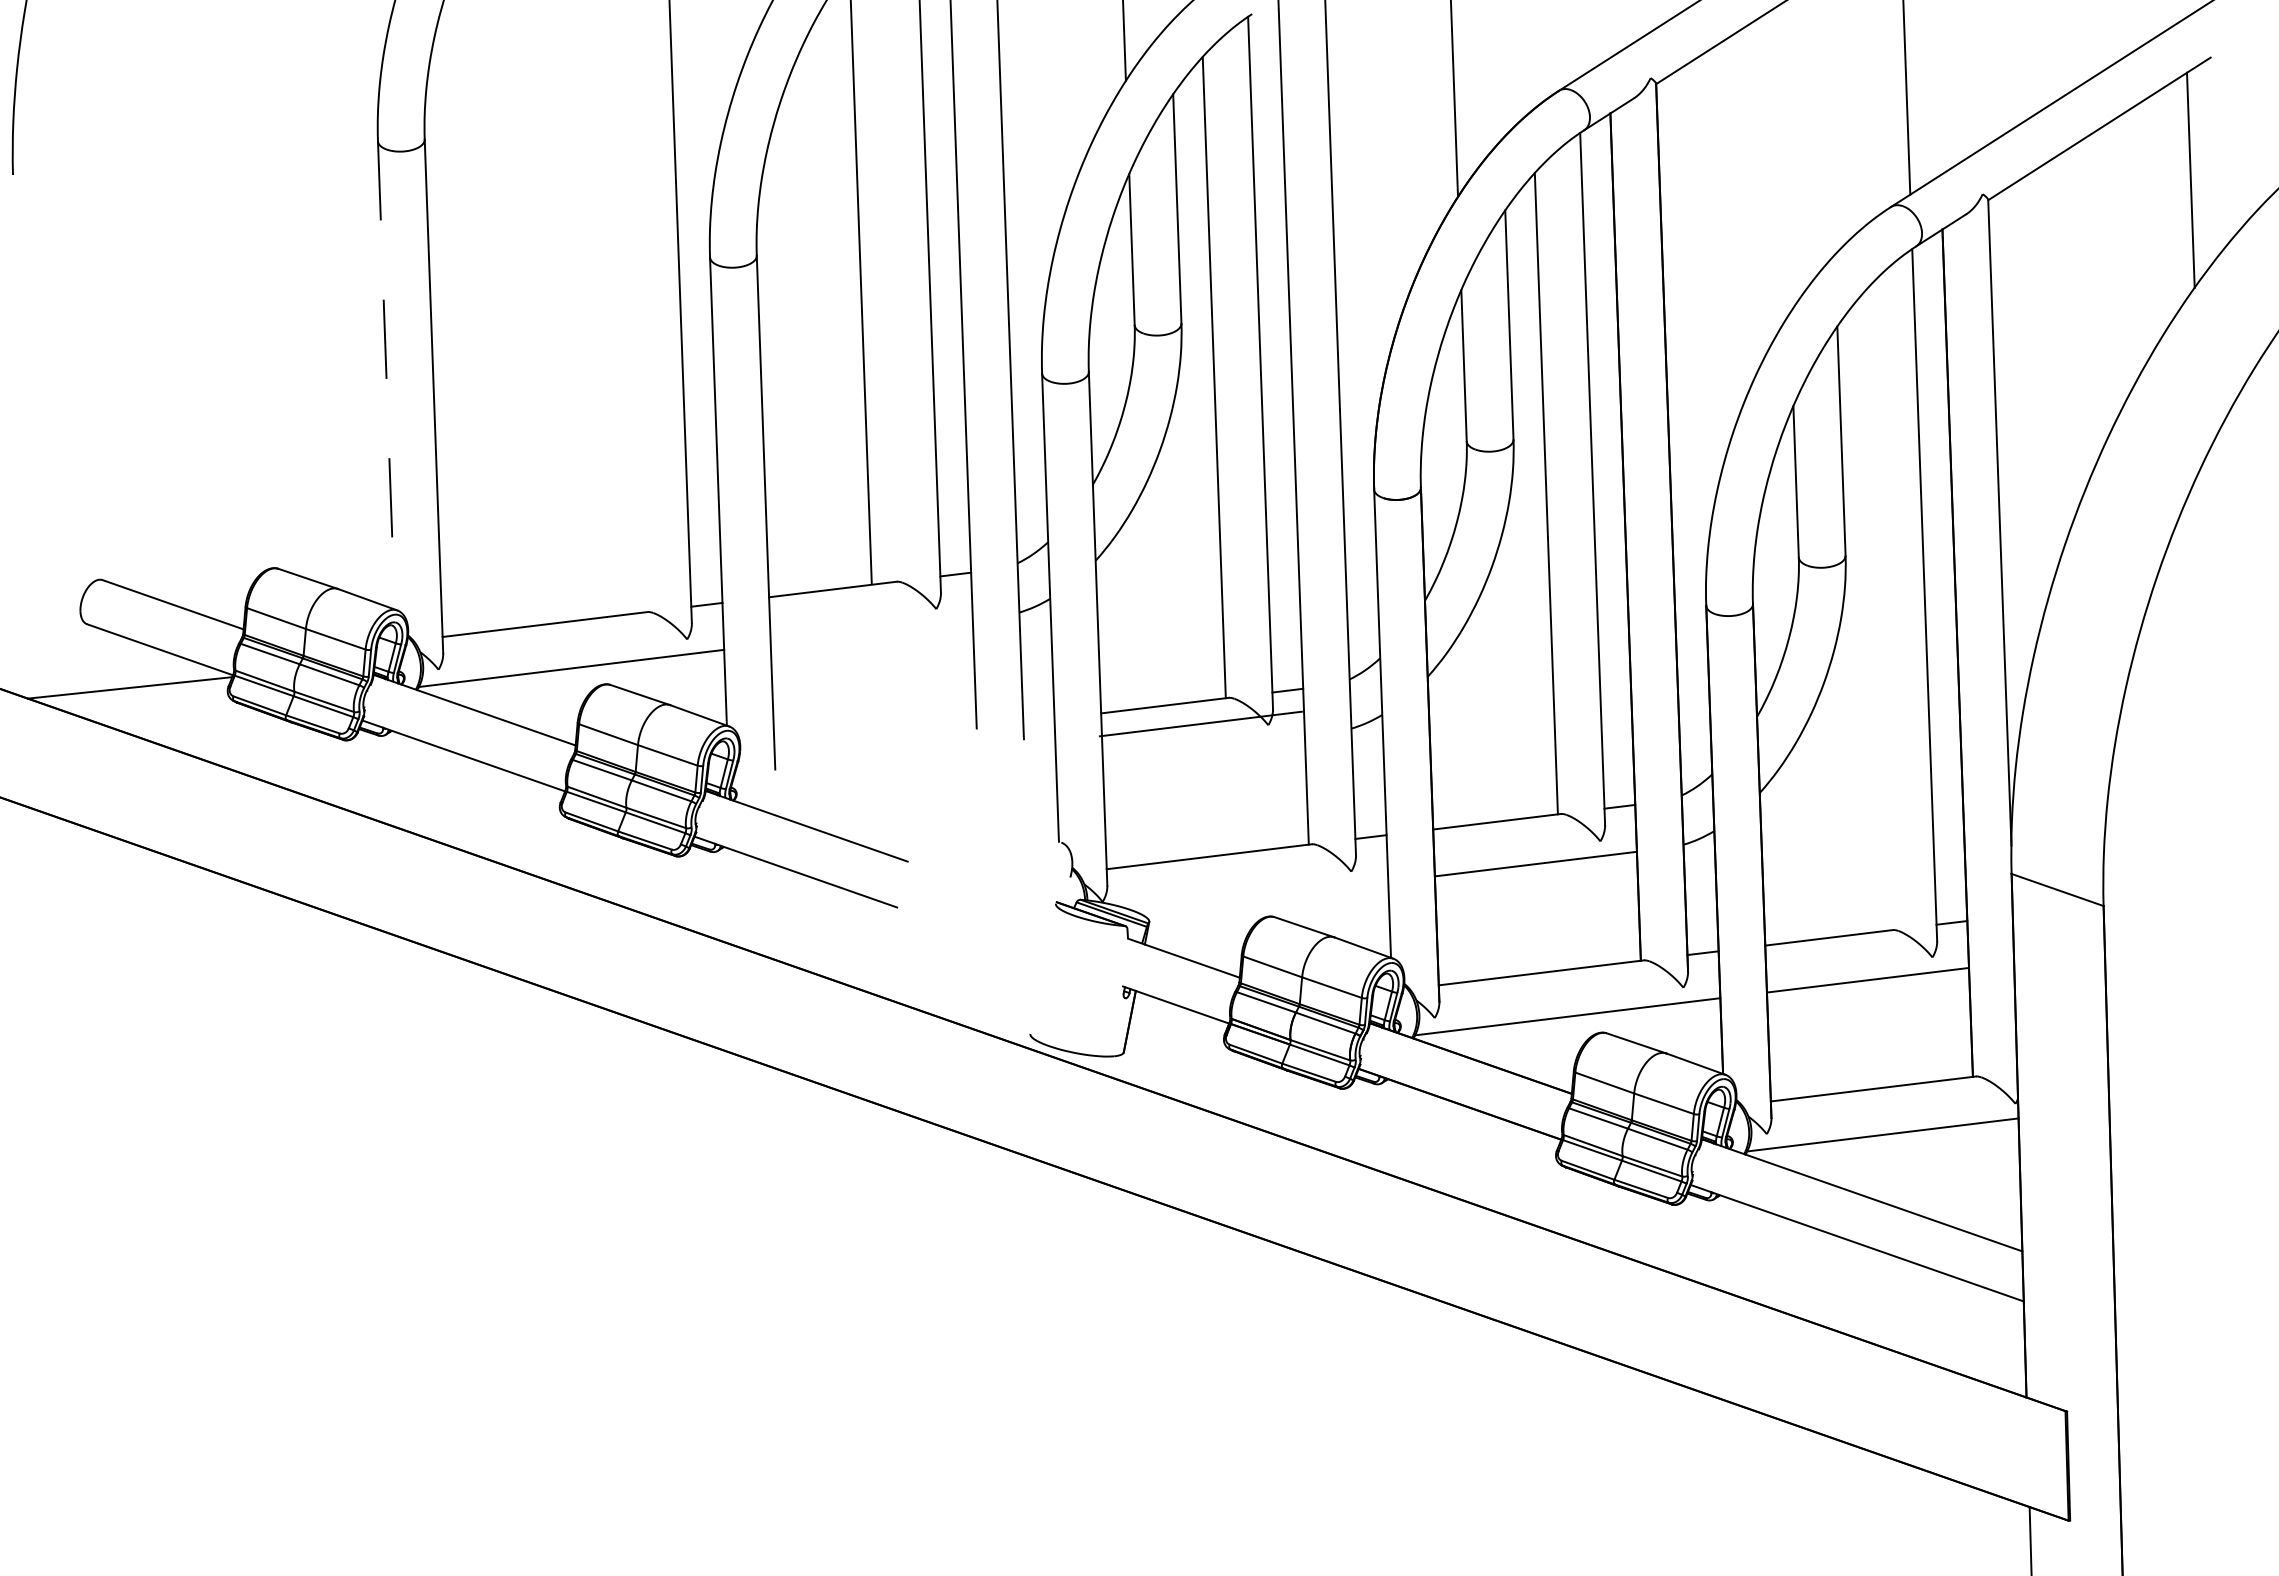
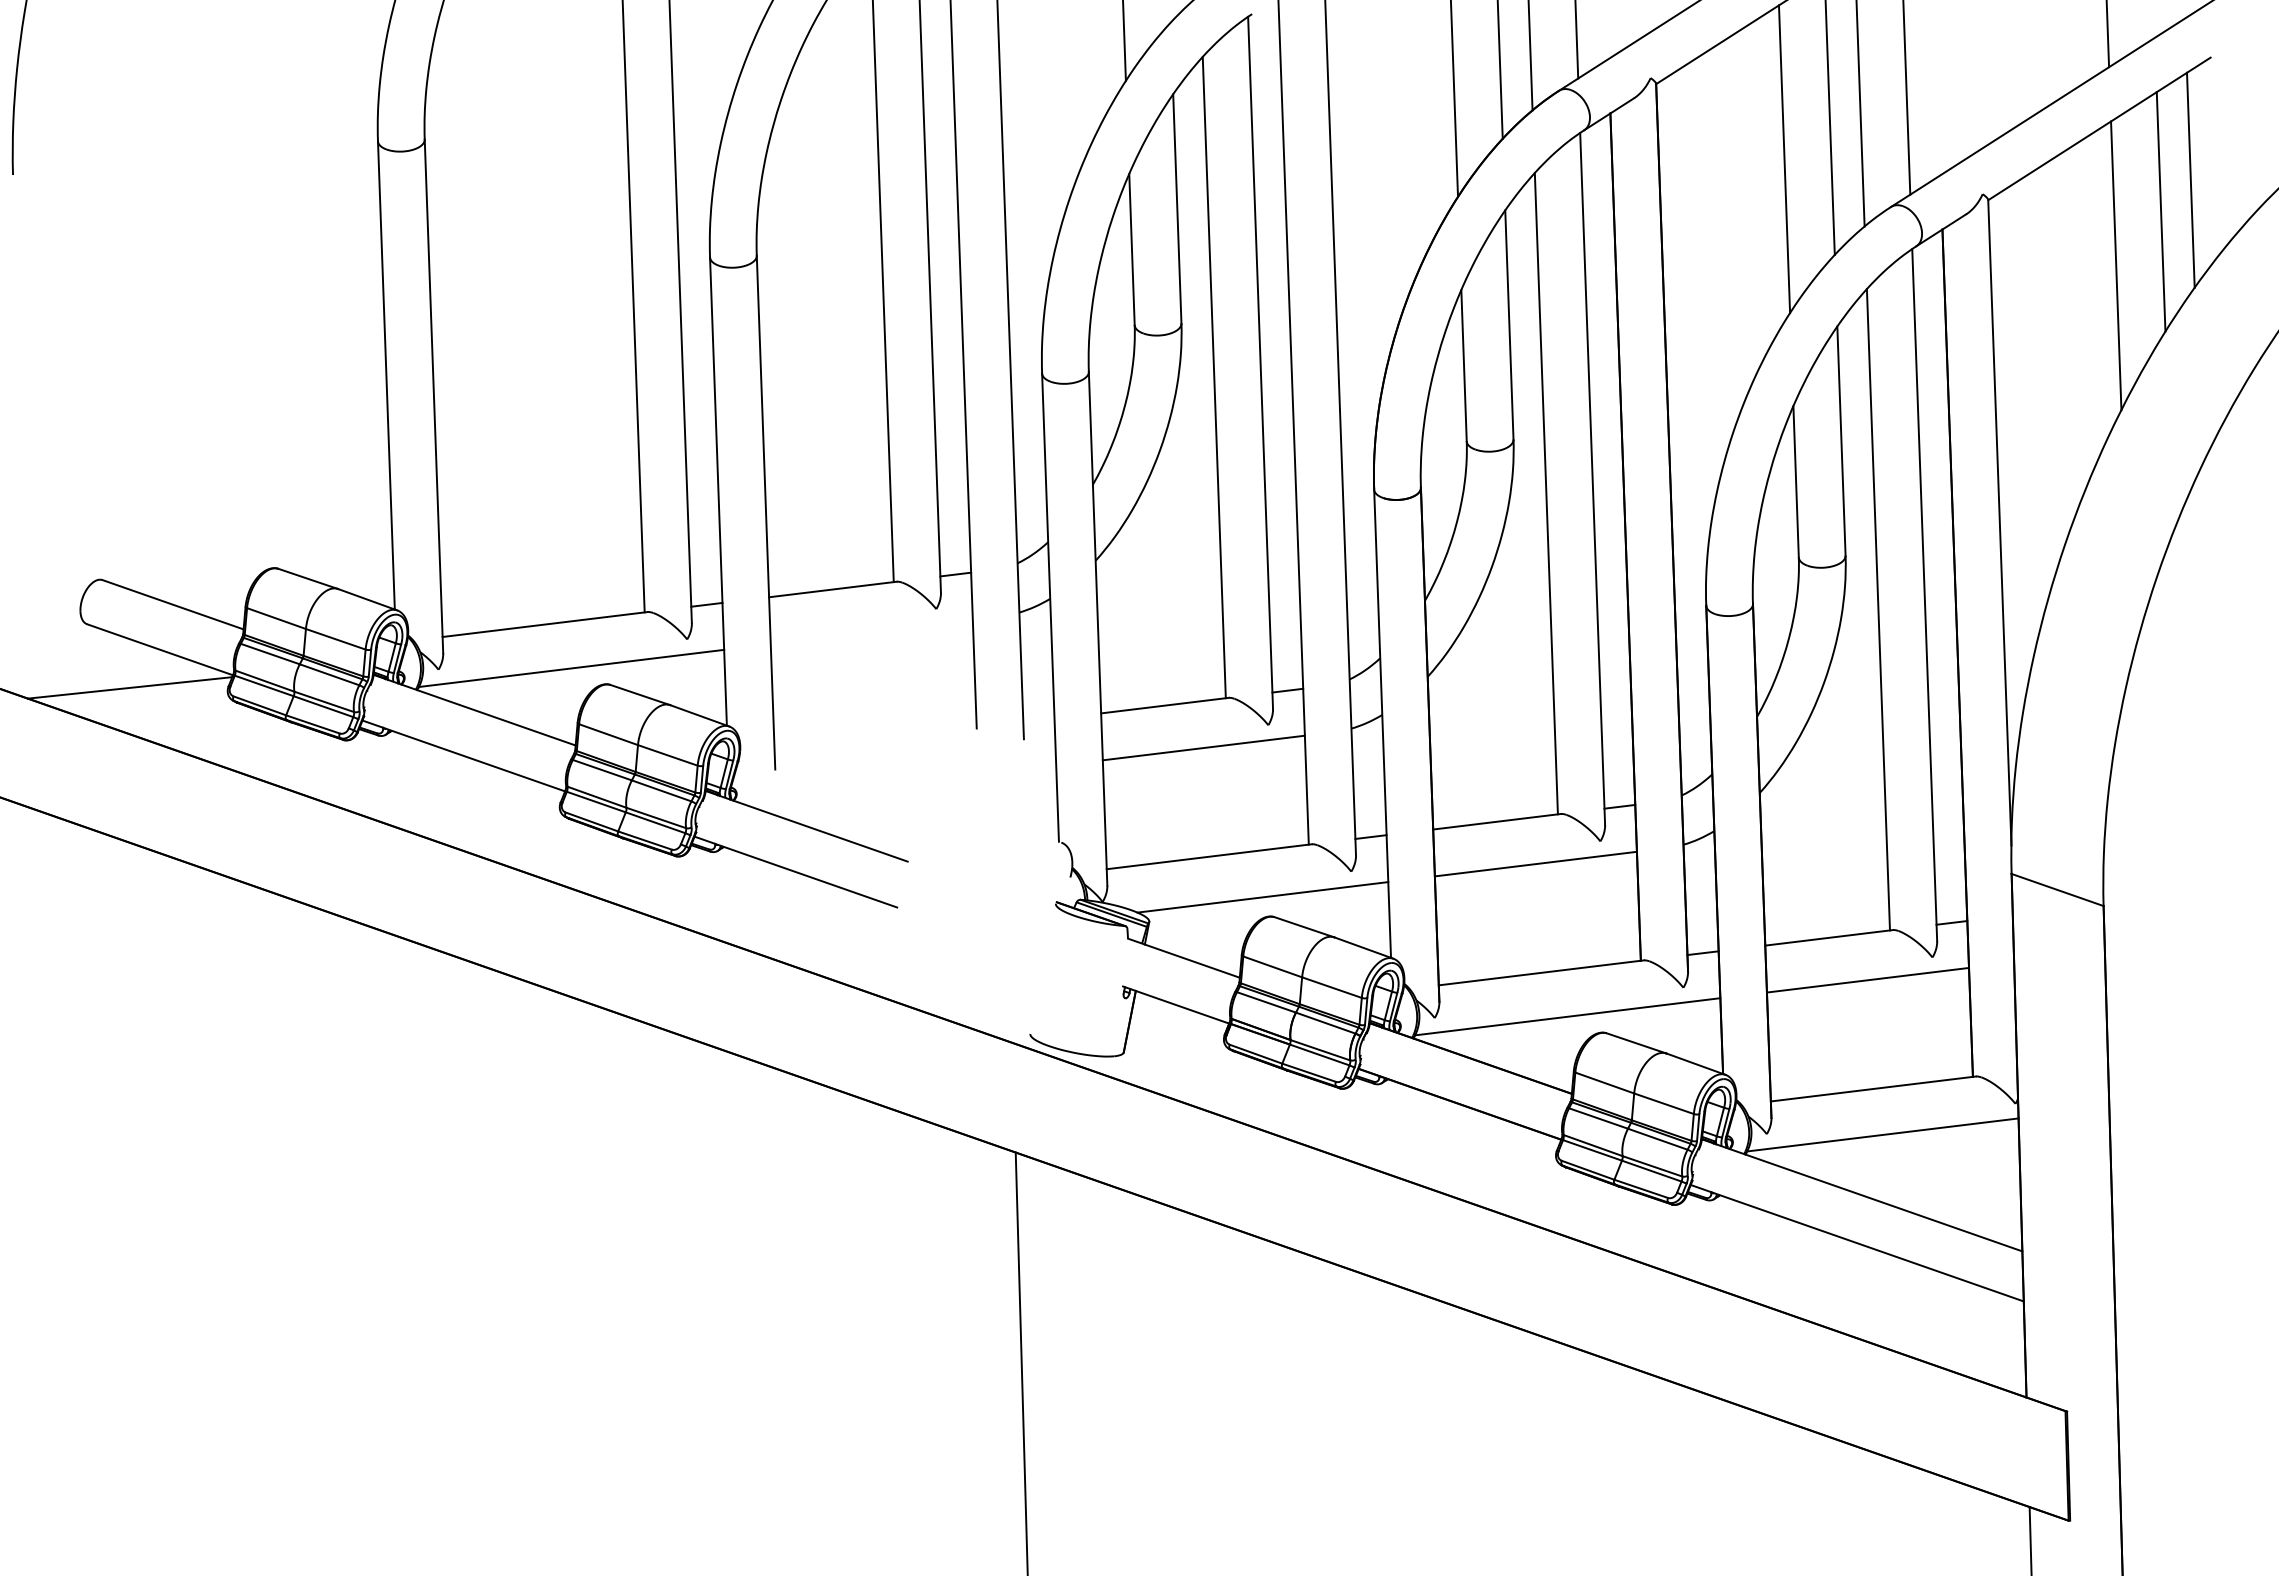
line at (2107, 34): none -> present
line at (1576, 40): none -> present
line at (1530, 56): none -> present
line at (1499, 70): none -> present
line at (1860, 114): none -> present
line at (1829, 128): none -> present
line at (1784, 159): none -> present
line at (2160, 211): none -> present
line at (2116, 265): none -> present
line at (860, 292) position: (860, 292) -> (882, 292)
line at (633, 307): none -> present
line at (386, 375): dashed -> solid
line at (1877, 609): none -> present
line at (1200, 723) position: (1200, 723) -> (1203, 747)
line at (1262, 897): none -> present
line at (1021, 1362): none -> present
